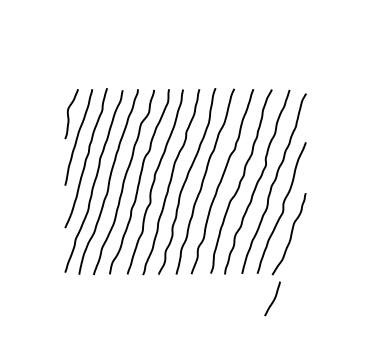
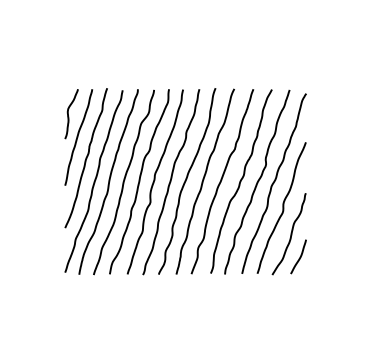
curve at (273, 298) position: (273, 298) -> (299, 256)
